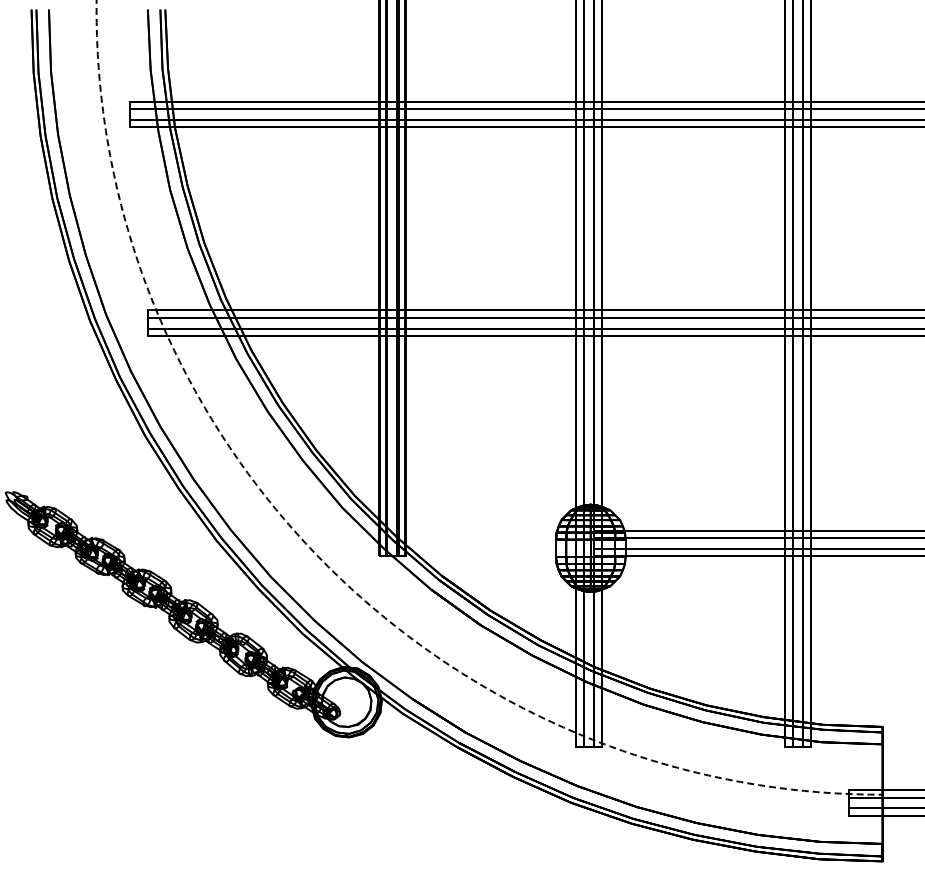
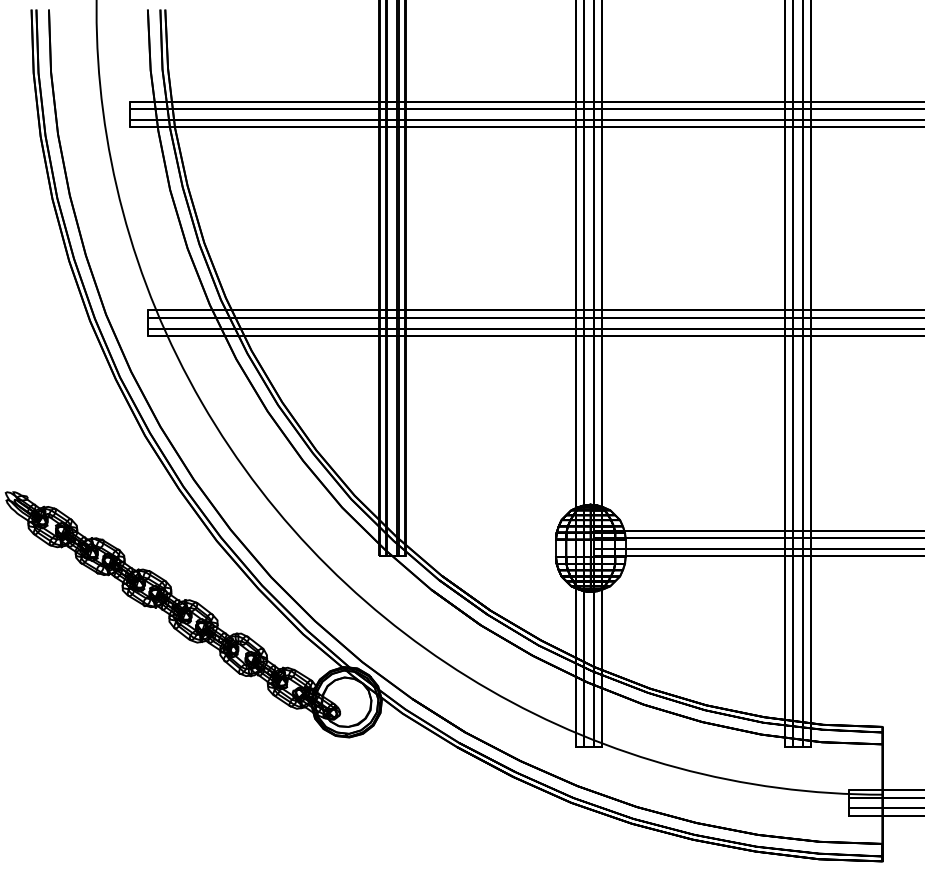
arc at (323, 562): dashed -> solid
